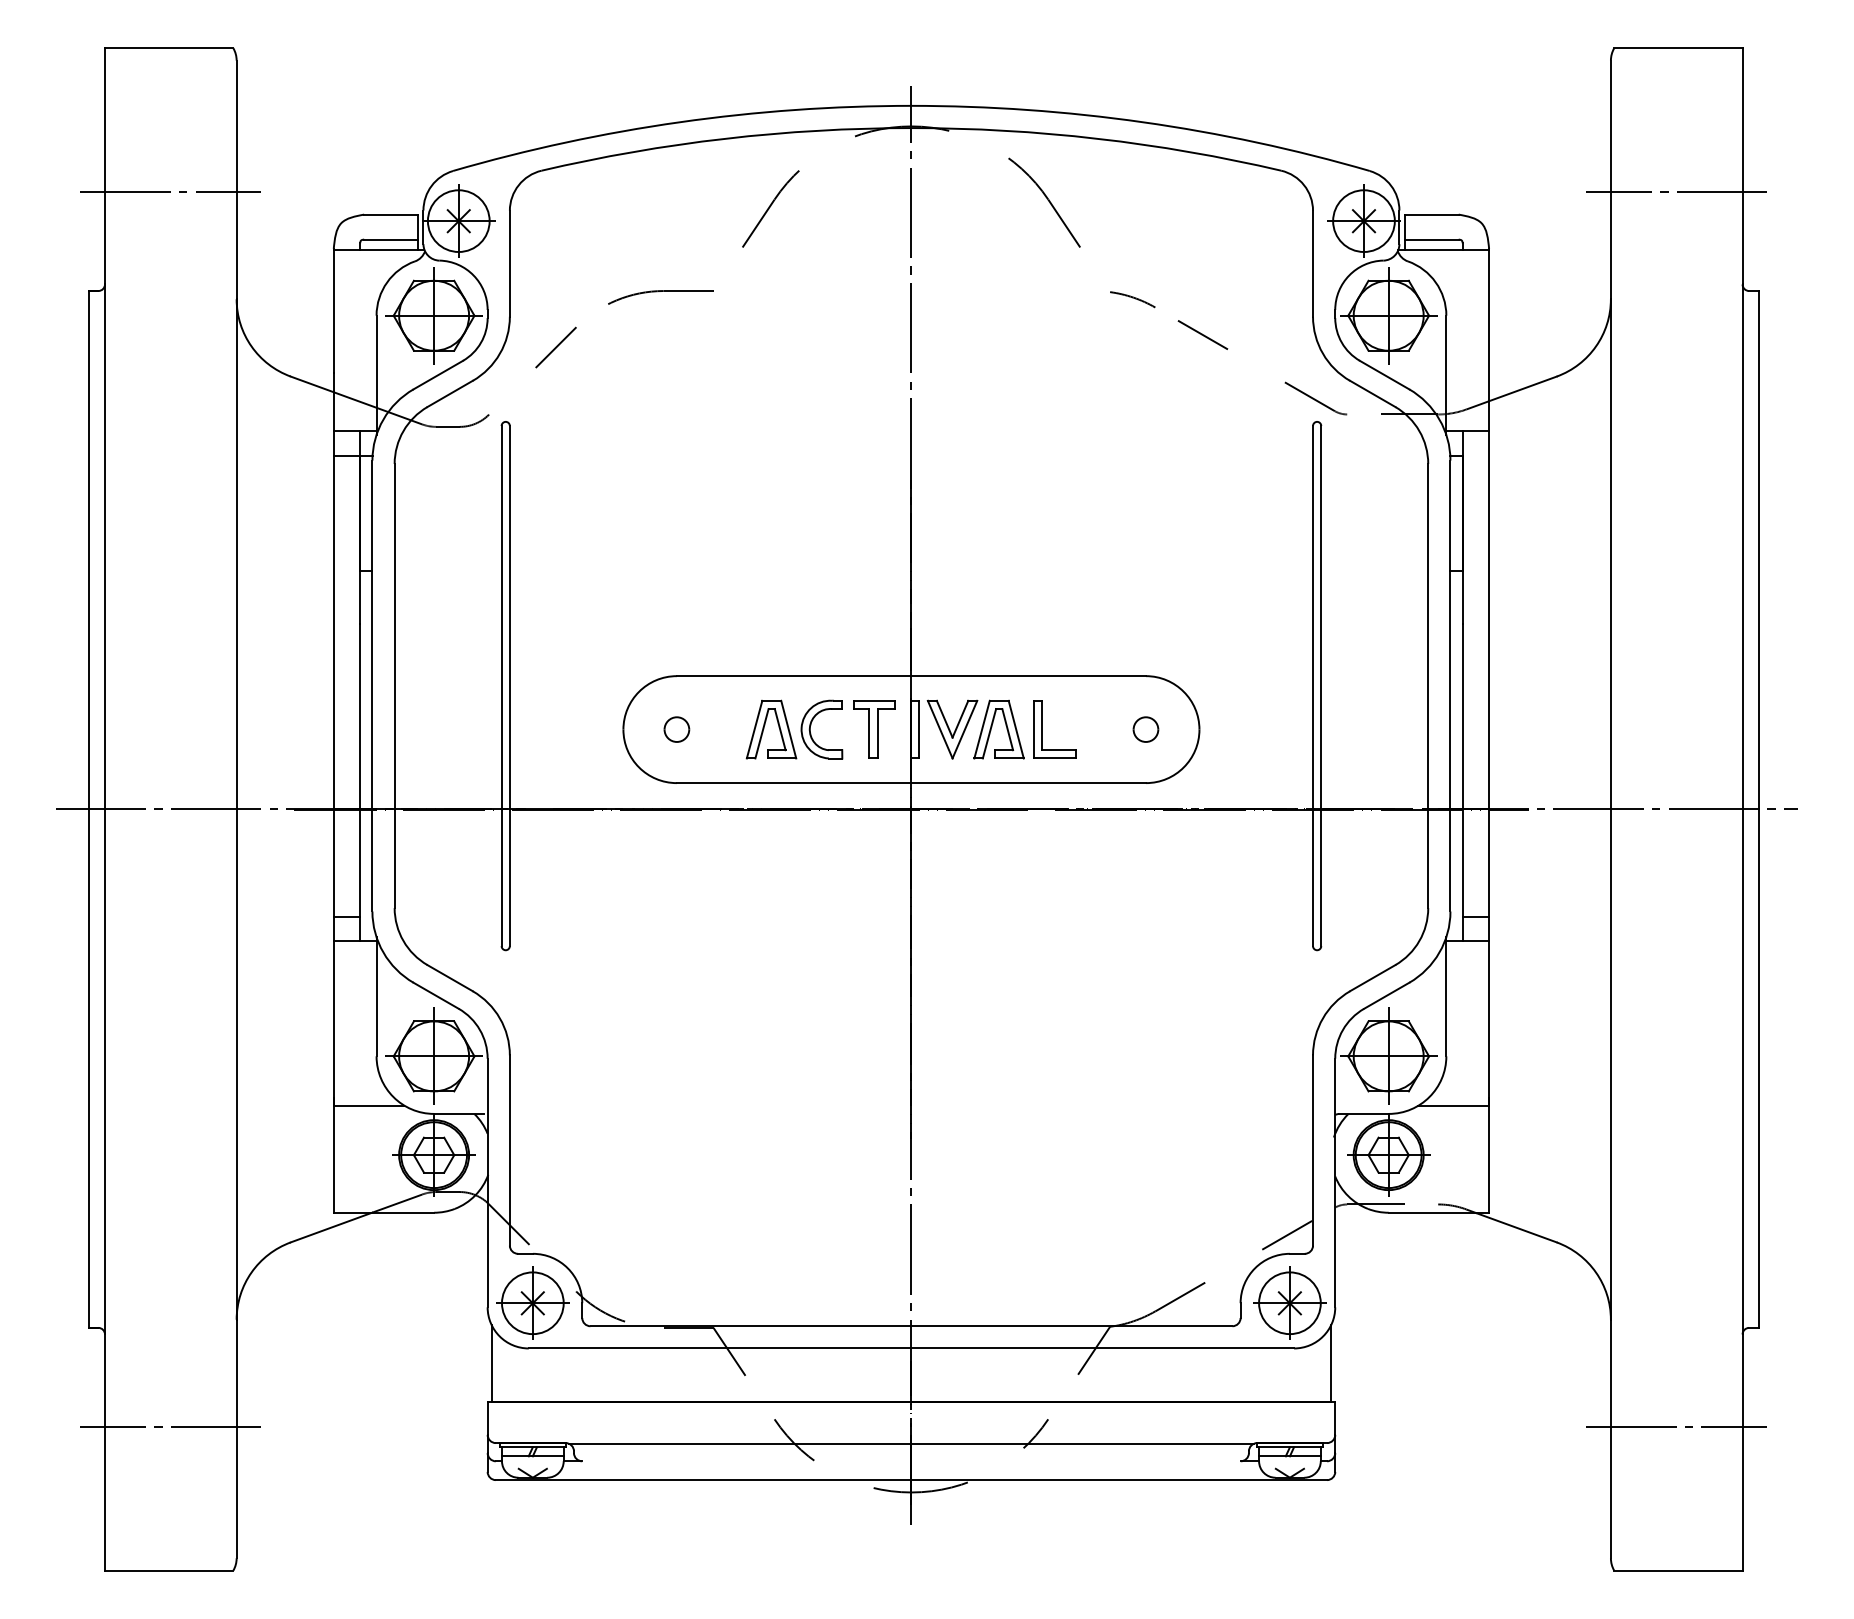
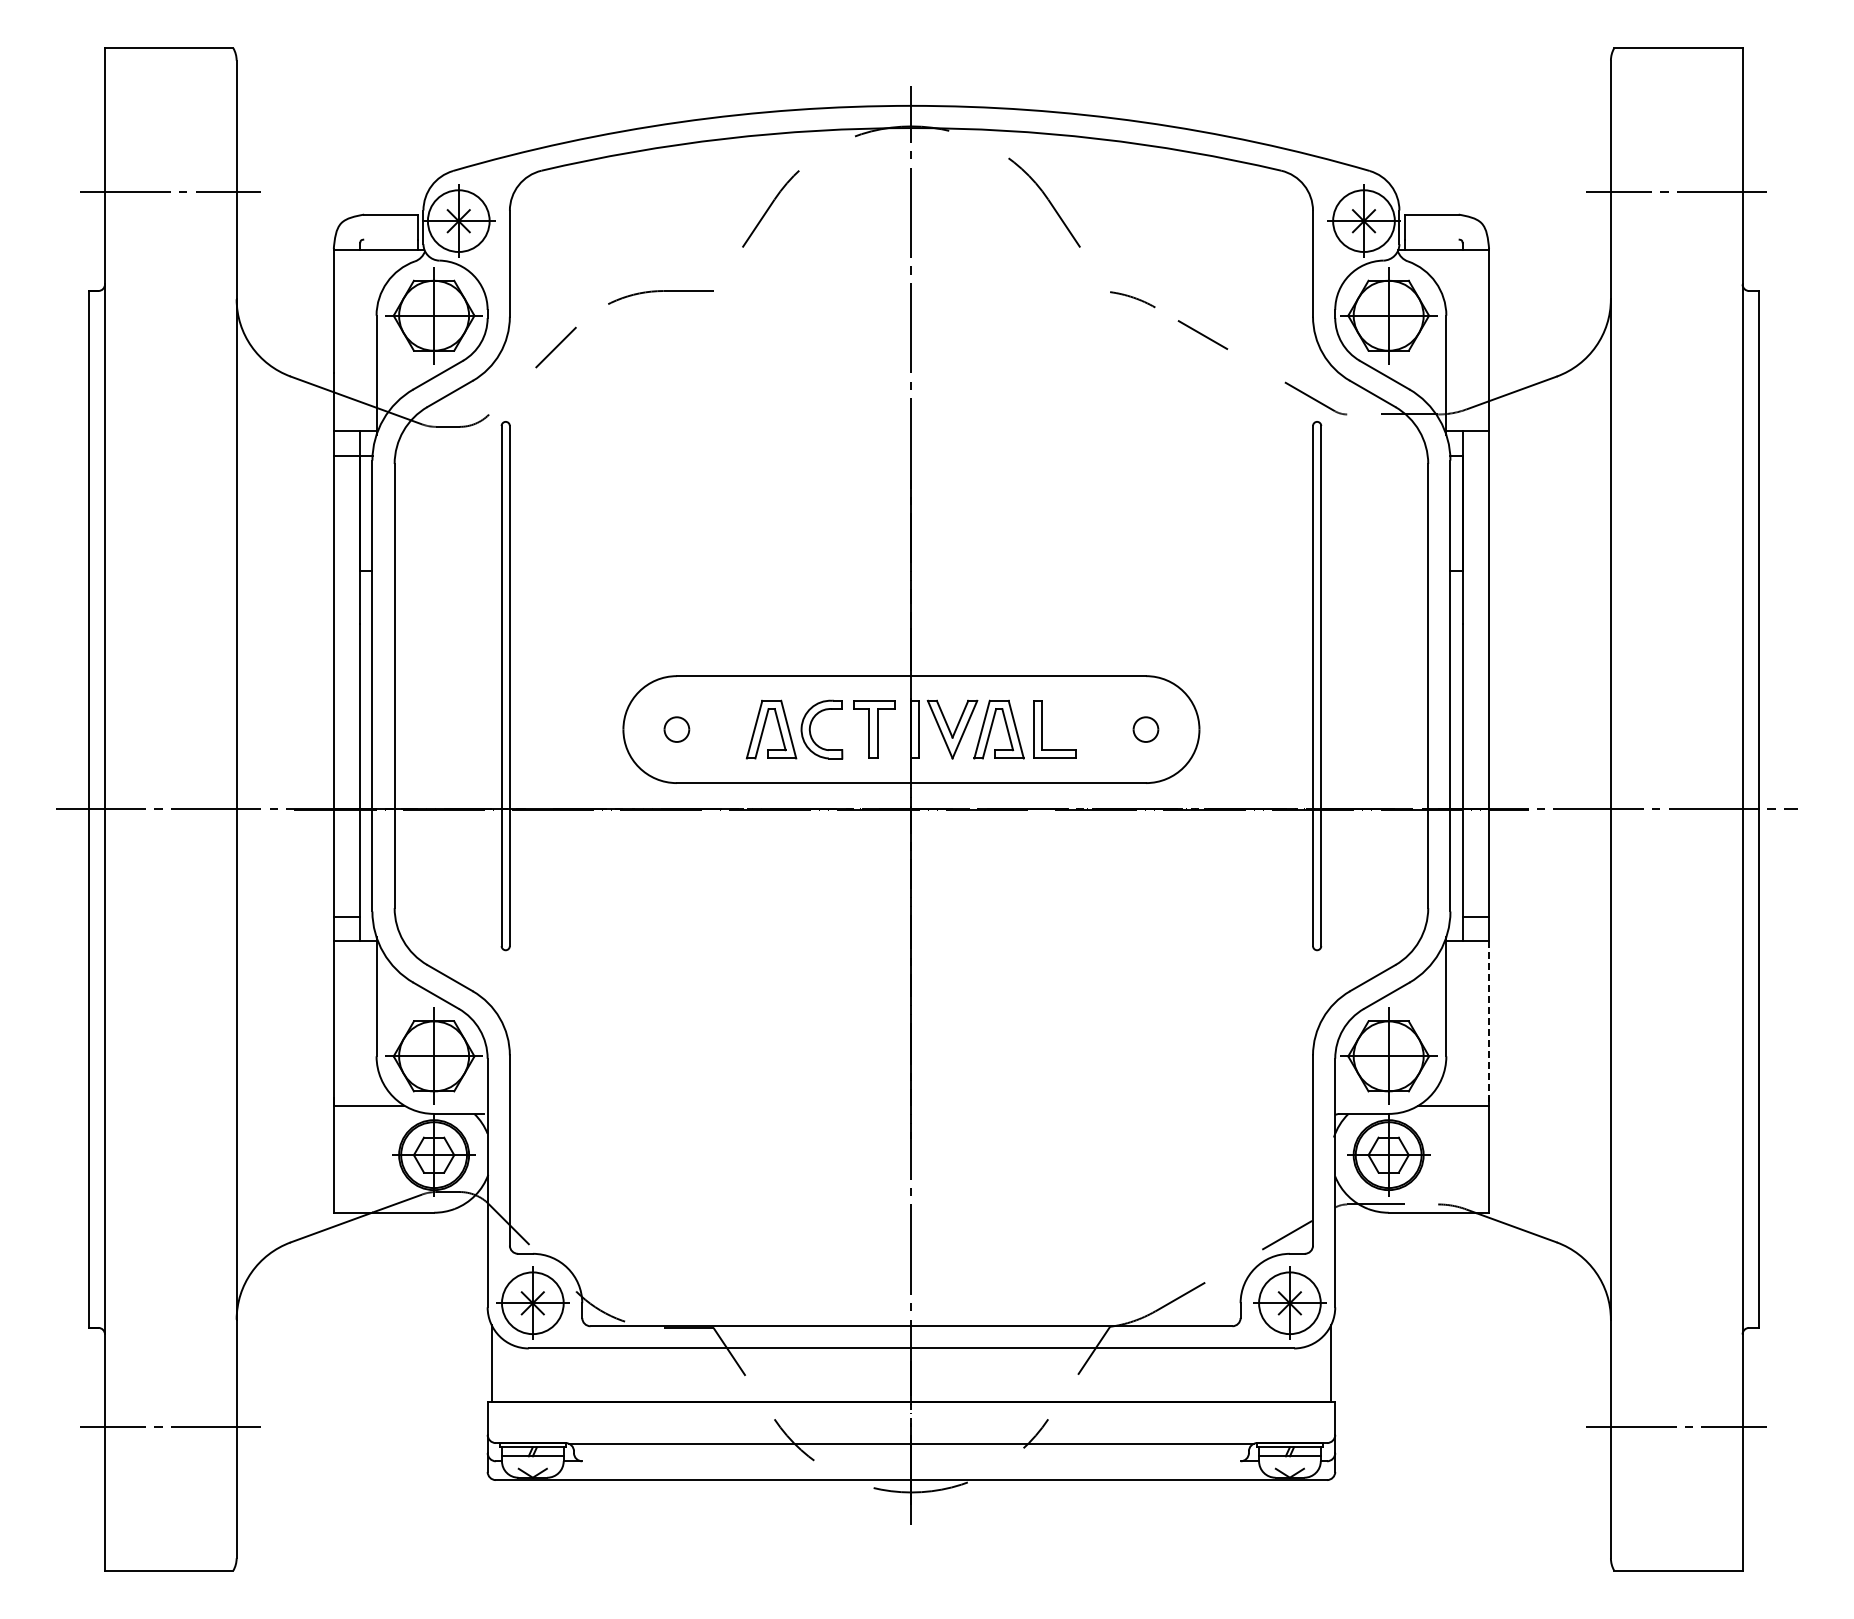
line at (390, 239): present -> none
line at (1431, 239): present -> none
line at (1489, 1023): solid -> dashed
